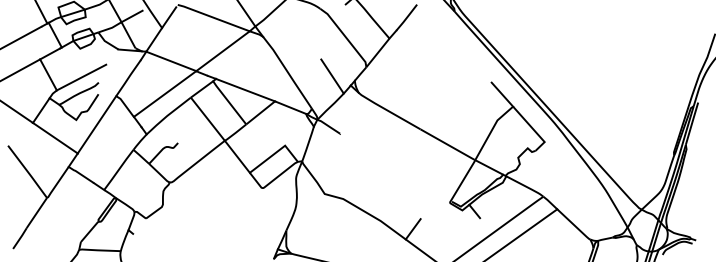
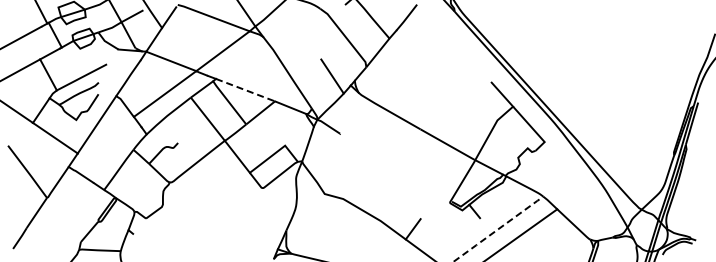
line at (245, 90): solid -> dashed
line at (498, 228): solid -> dashed
